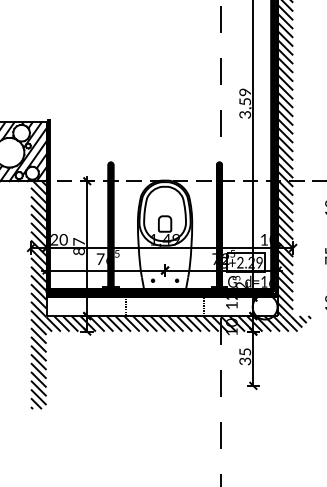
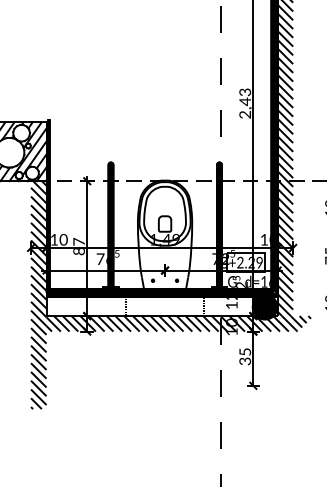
text at (245, 103): 3,59 -> 2,43
text at (54, 239): 20 -> 10
fill at (264, 306): none -> present
